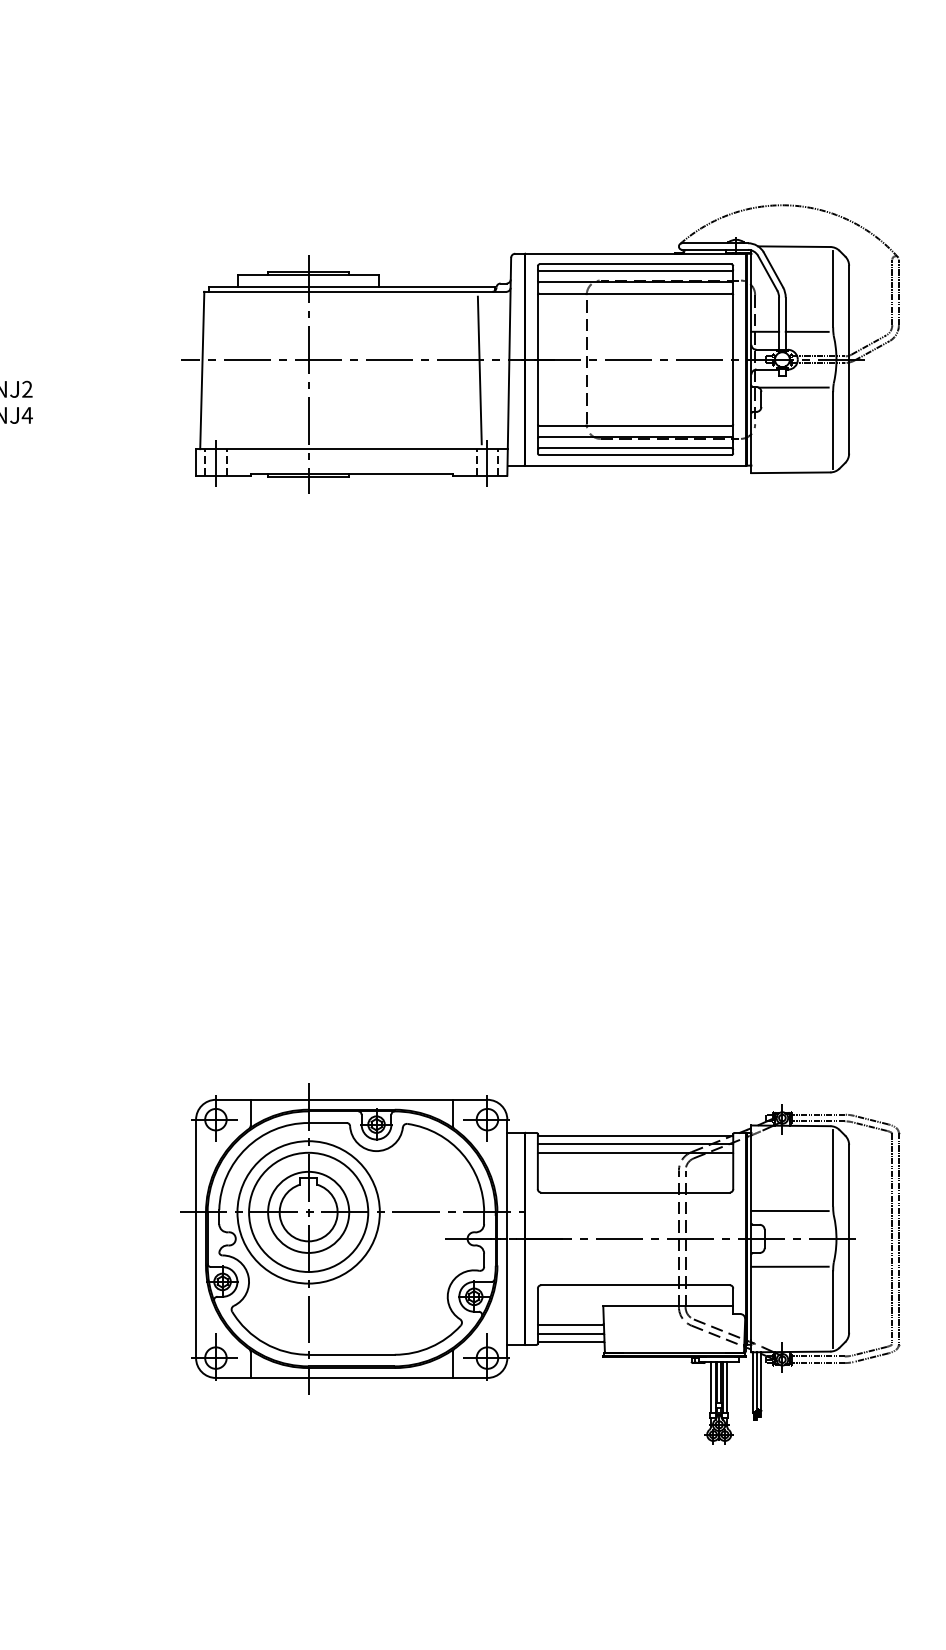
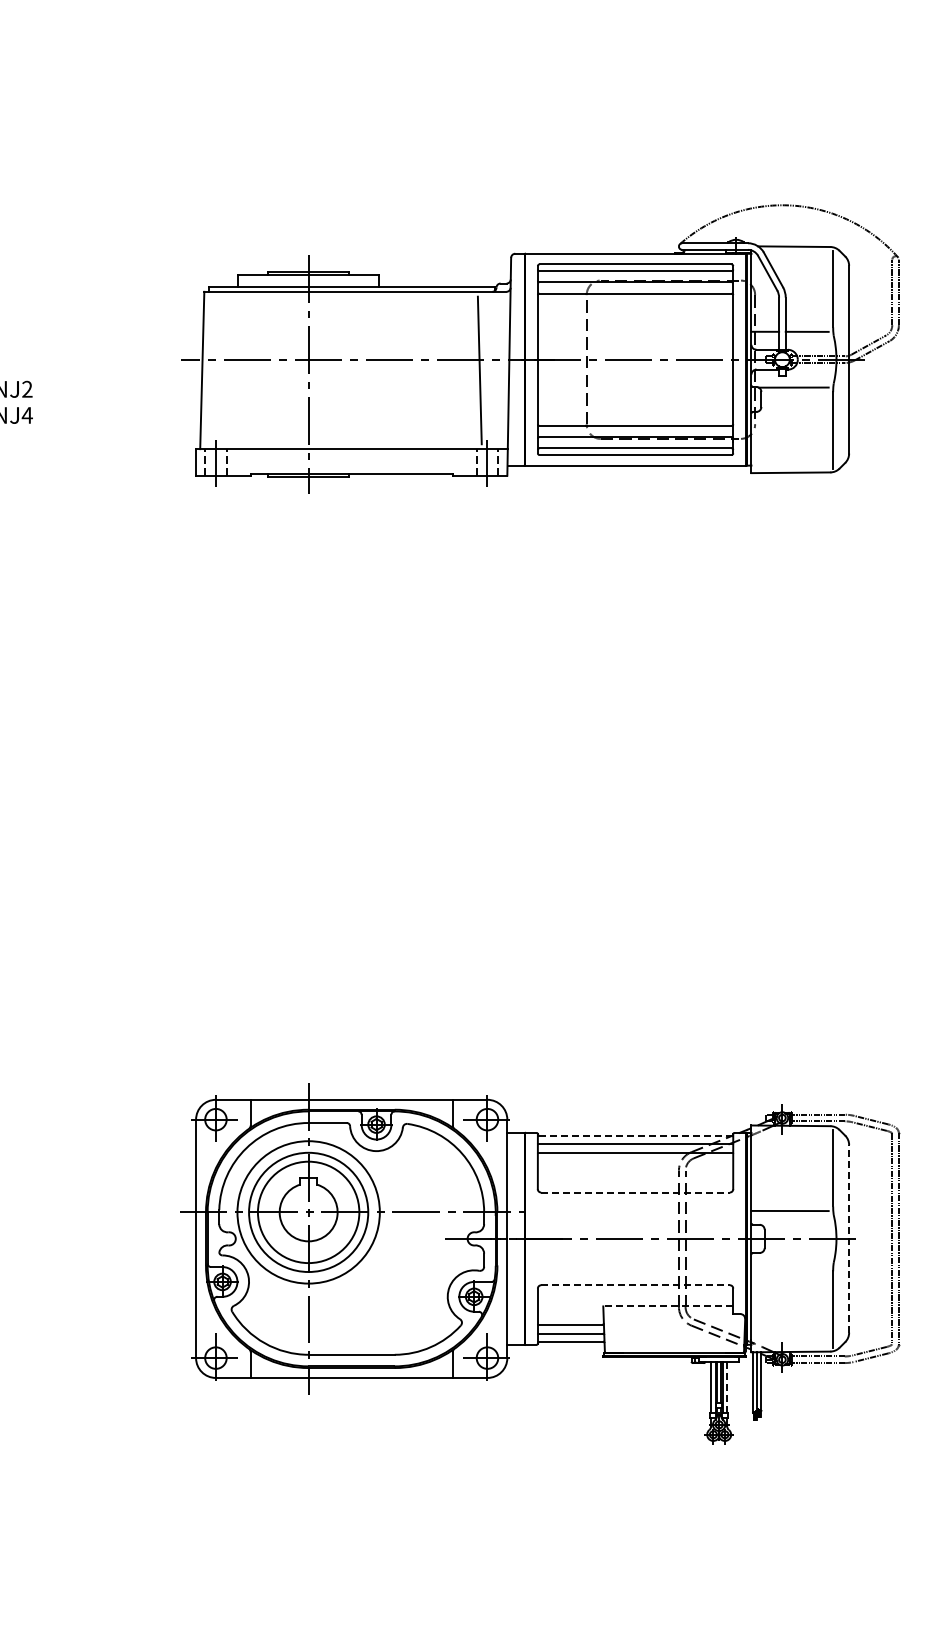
line at (636, 1136): solid -> dashed
line at (636, 1192): solid -> dashed
circle at (308, 1211) diameter: 81 px -> 101 px
line at (849, 1238): solid -> dashed
line at (789, 1266): present -> none
line at (636, 1285): solid -> dashed
line at (668, 1306): solid -> dashed
line at (727, 1387): solid -> dashed
